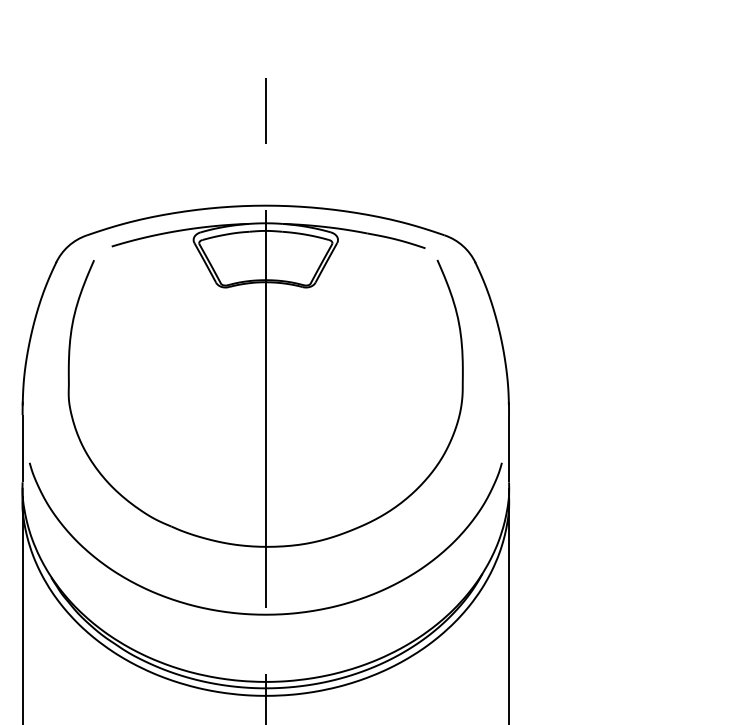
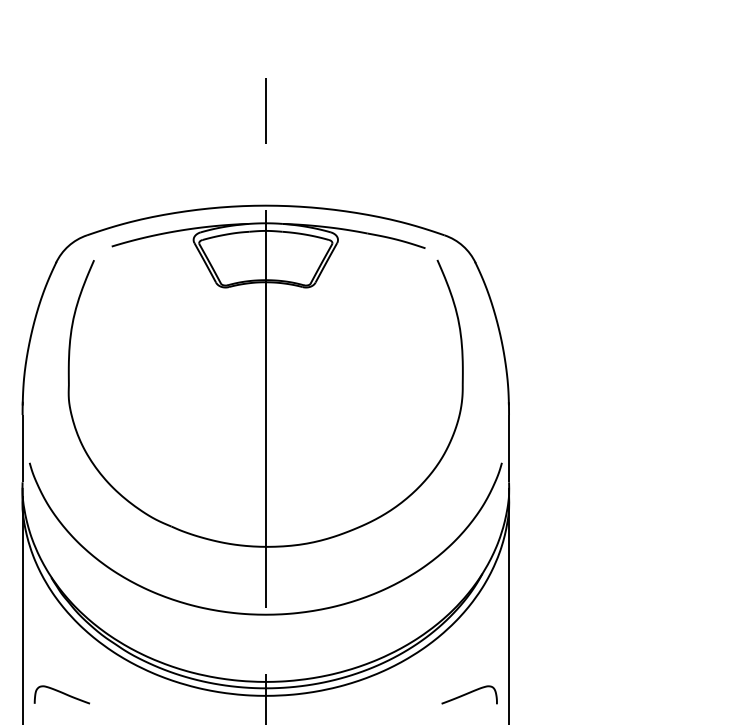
curve at (61, 693): none -> present
curve at (469, 693): none -> present
